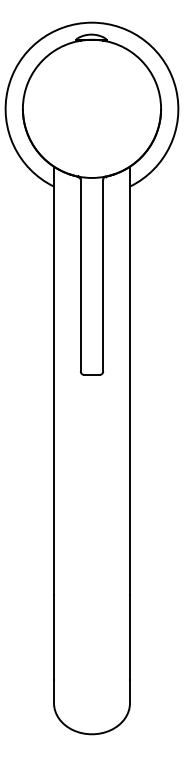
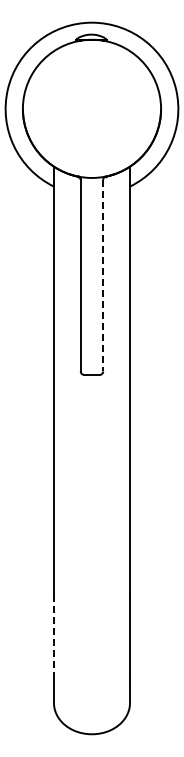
line at (103, 275): solid -> dashed
line at (53, 637): solid -> dashed
